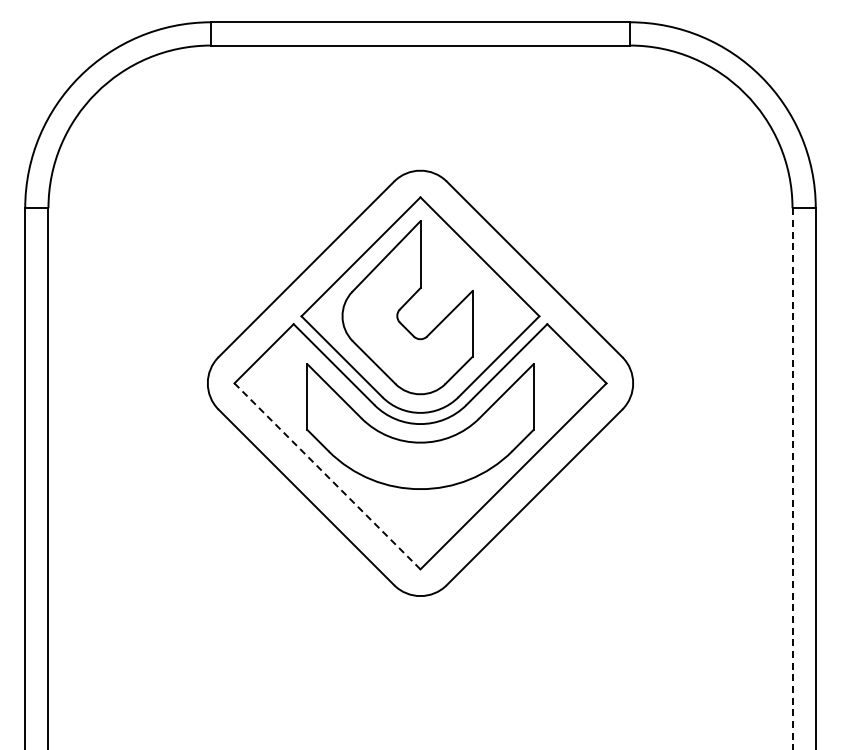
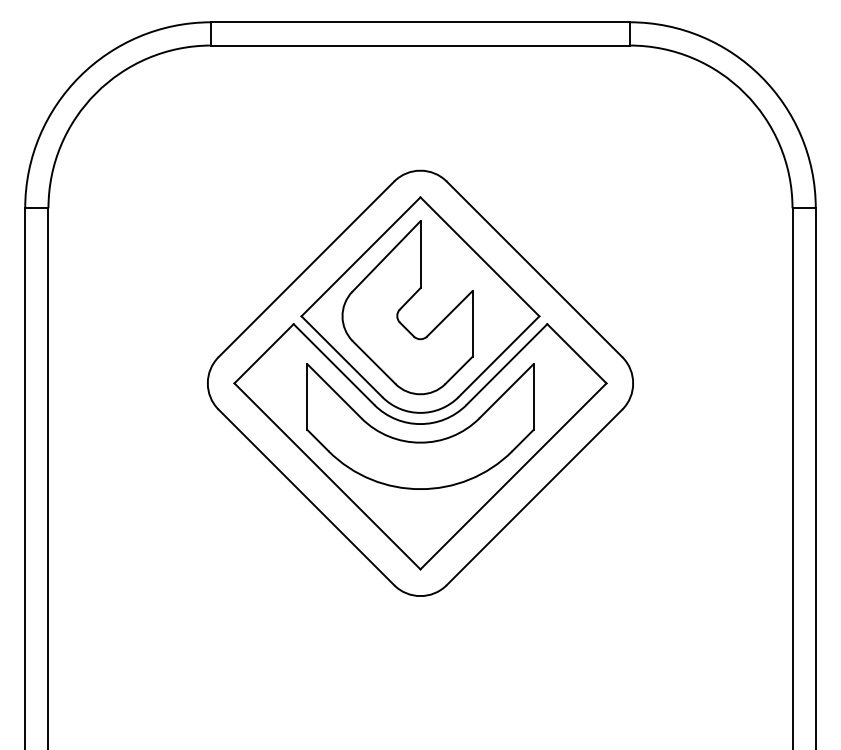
line at (327, 476): dashed -> solid
line at (792, 479): dashed -> solid
